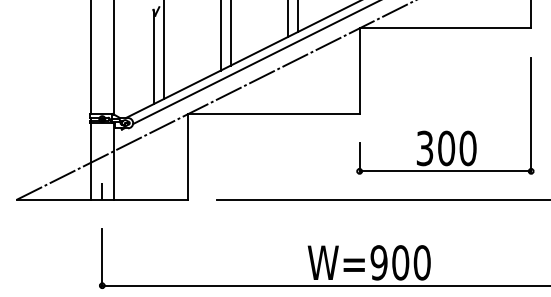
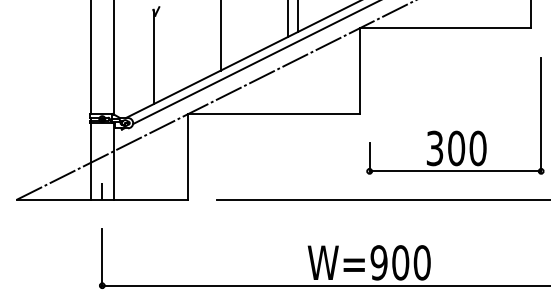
line at (230, 33): present -> none
line at (163, 50): present -> none
part at (445, 130) position: (445, 130) -> (455, 130)
